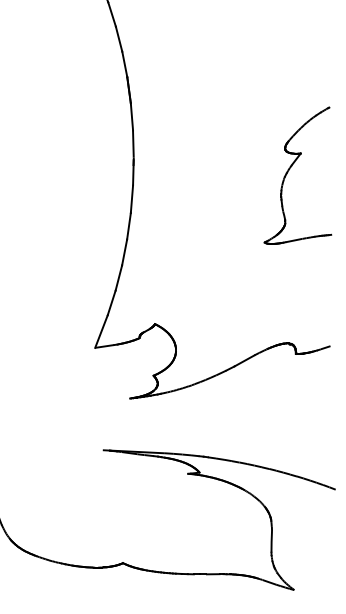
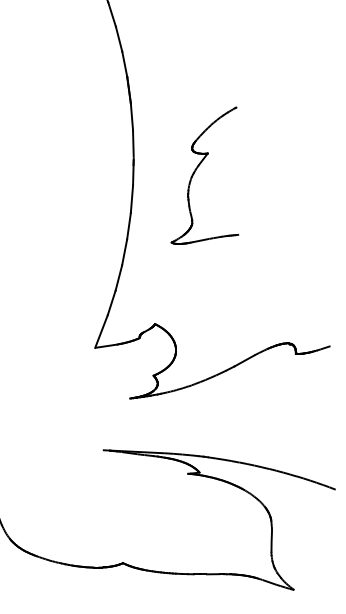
part at (289, 170) position: (289, 170) -> (196, 170)
